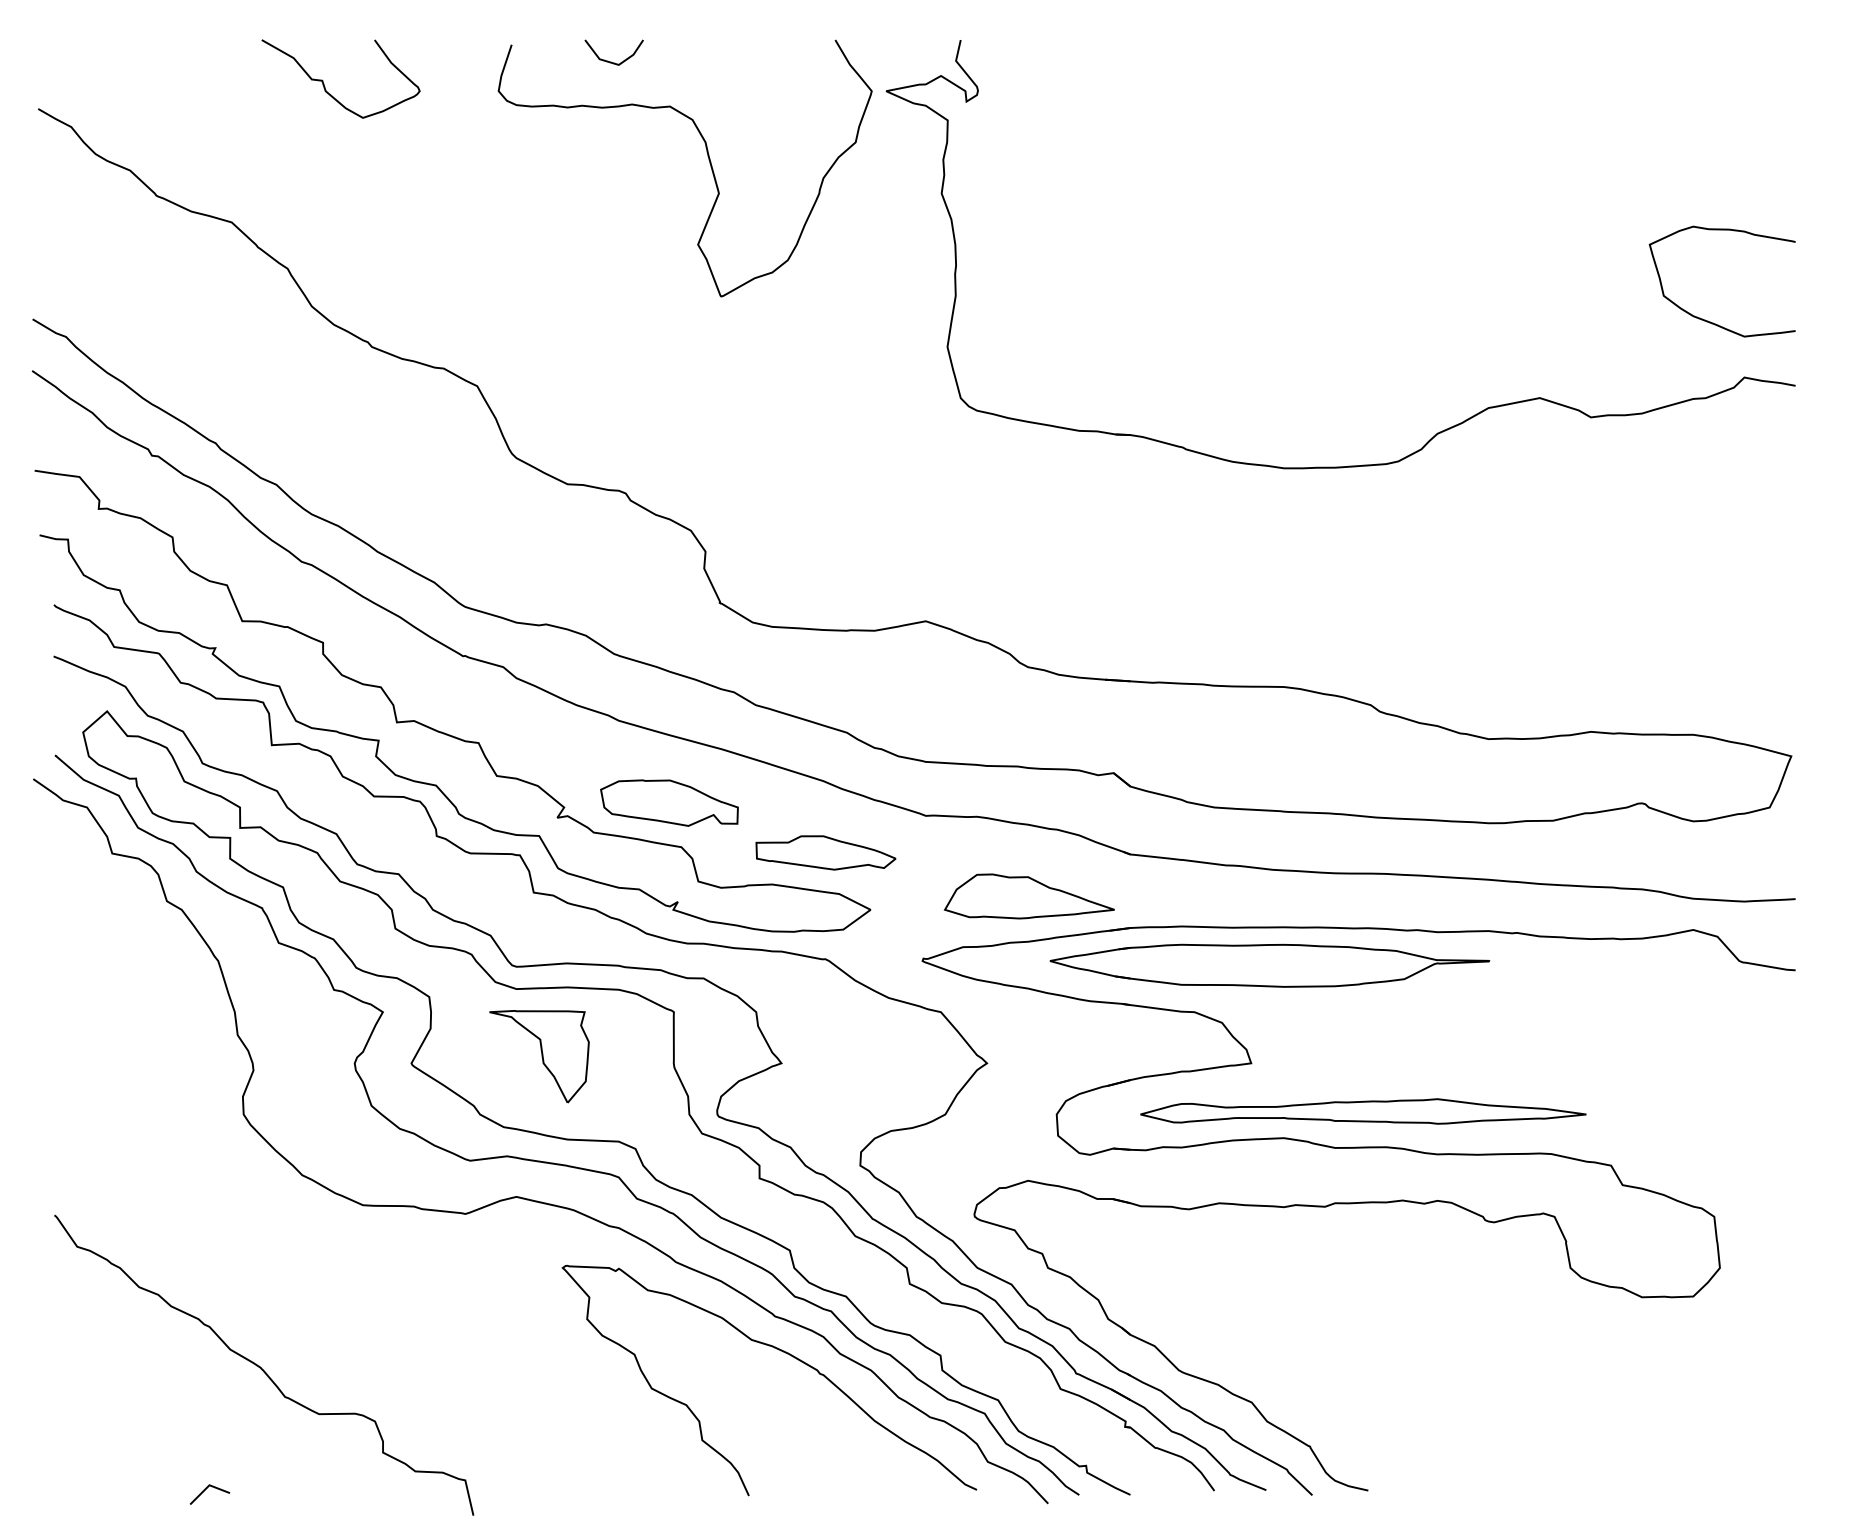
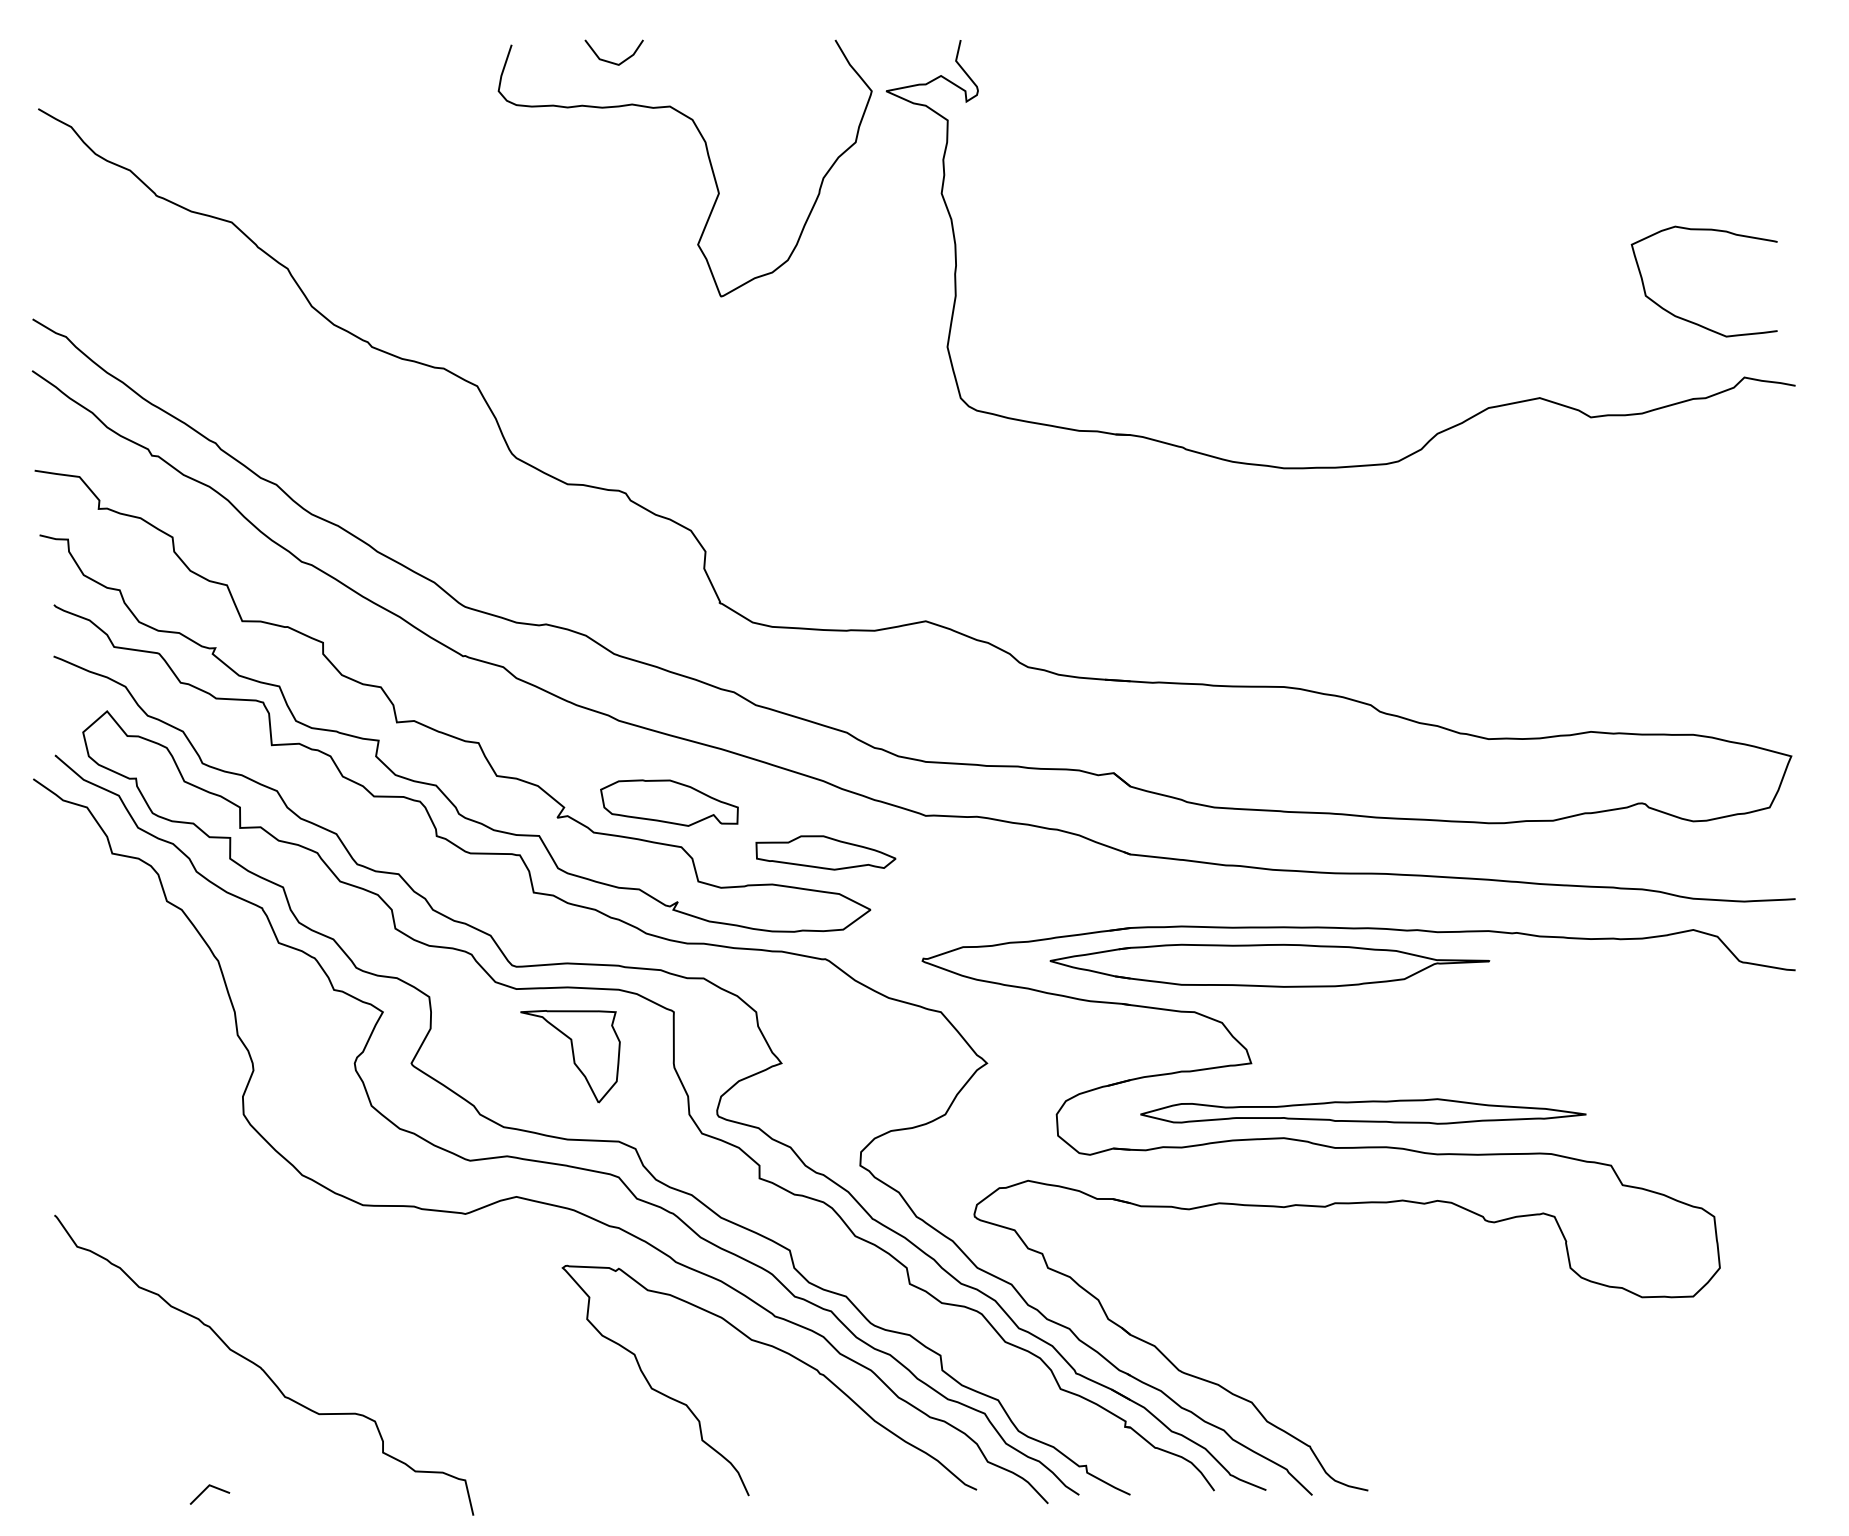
curve at (324, 83): present -> none
curve at (1708, 320) position: (1708, 320) -> (1690, 320)
part at (1028, 896): present -> none
part at (539, 1056) position: (539, 1056) -> (570, 1056)
